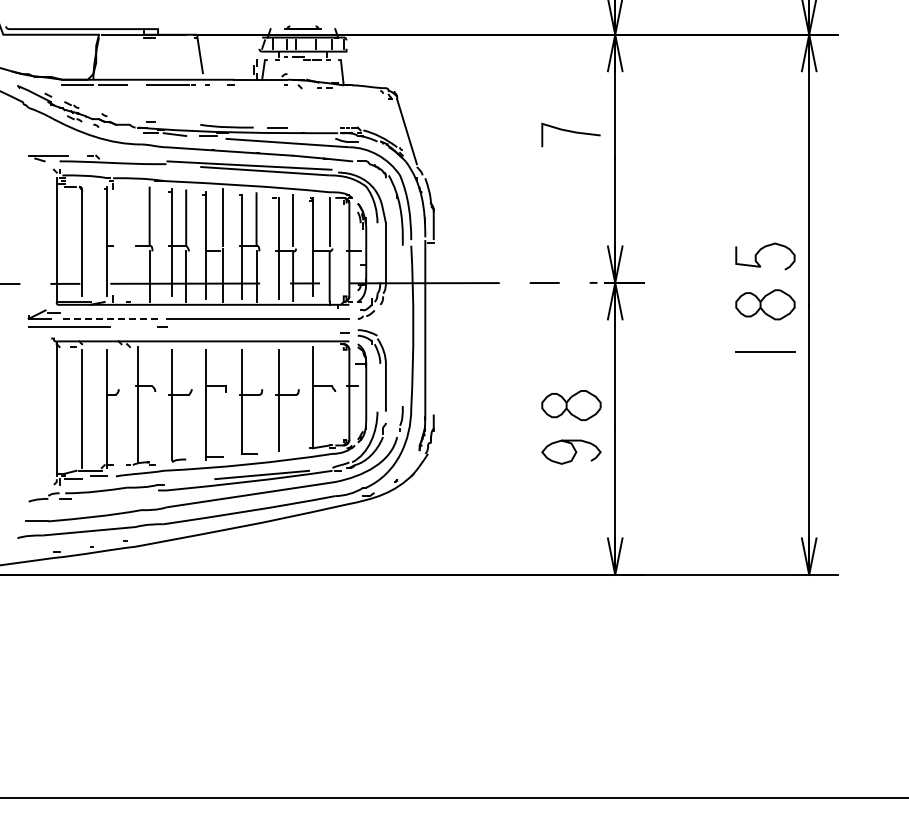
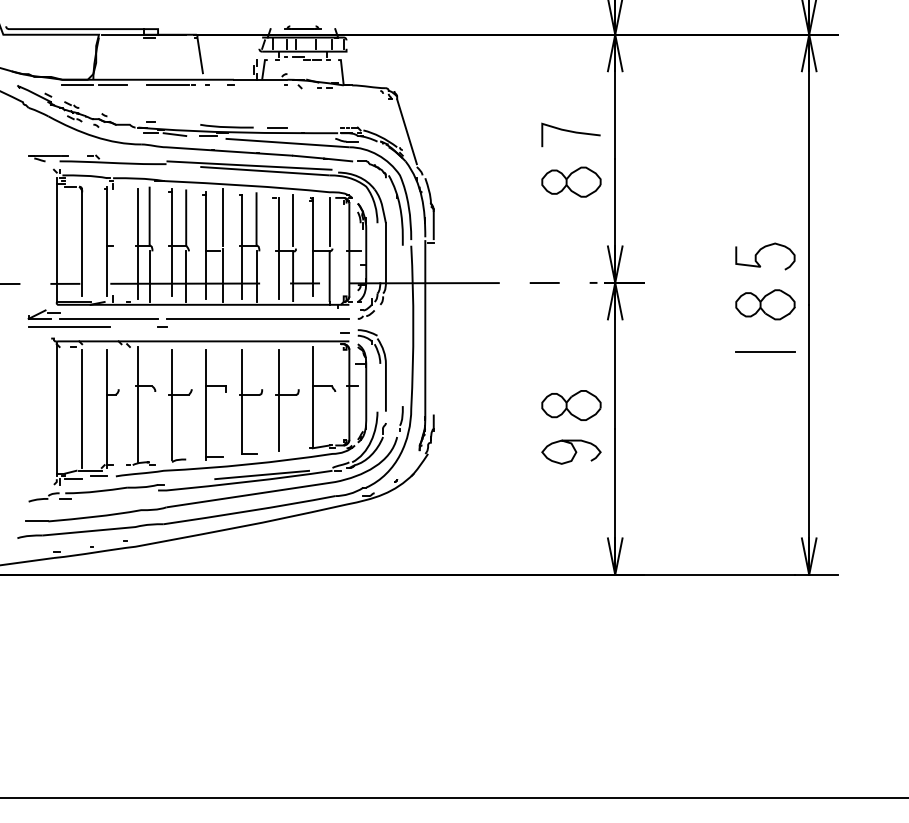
part at (571, 181): none -> present
line at (138, 244): none -> present
line at (108, 318): dashed -> solid
